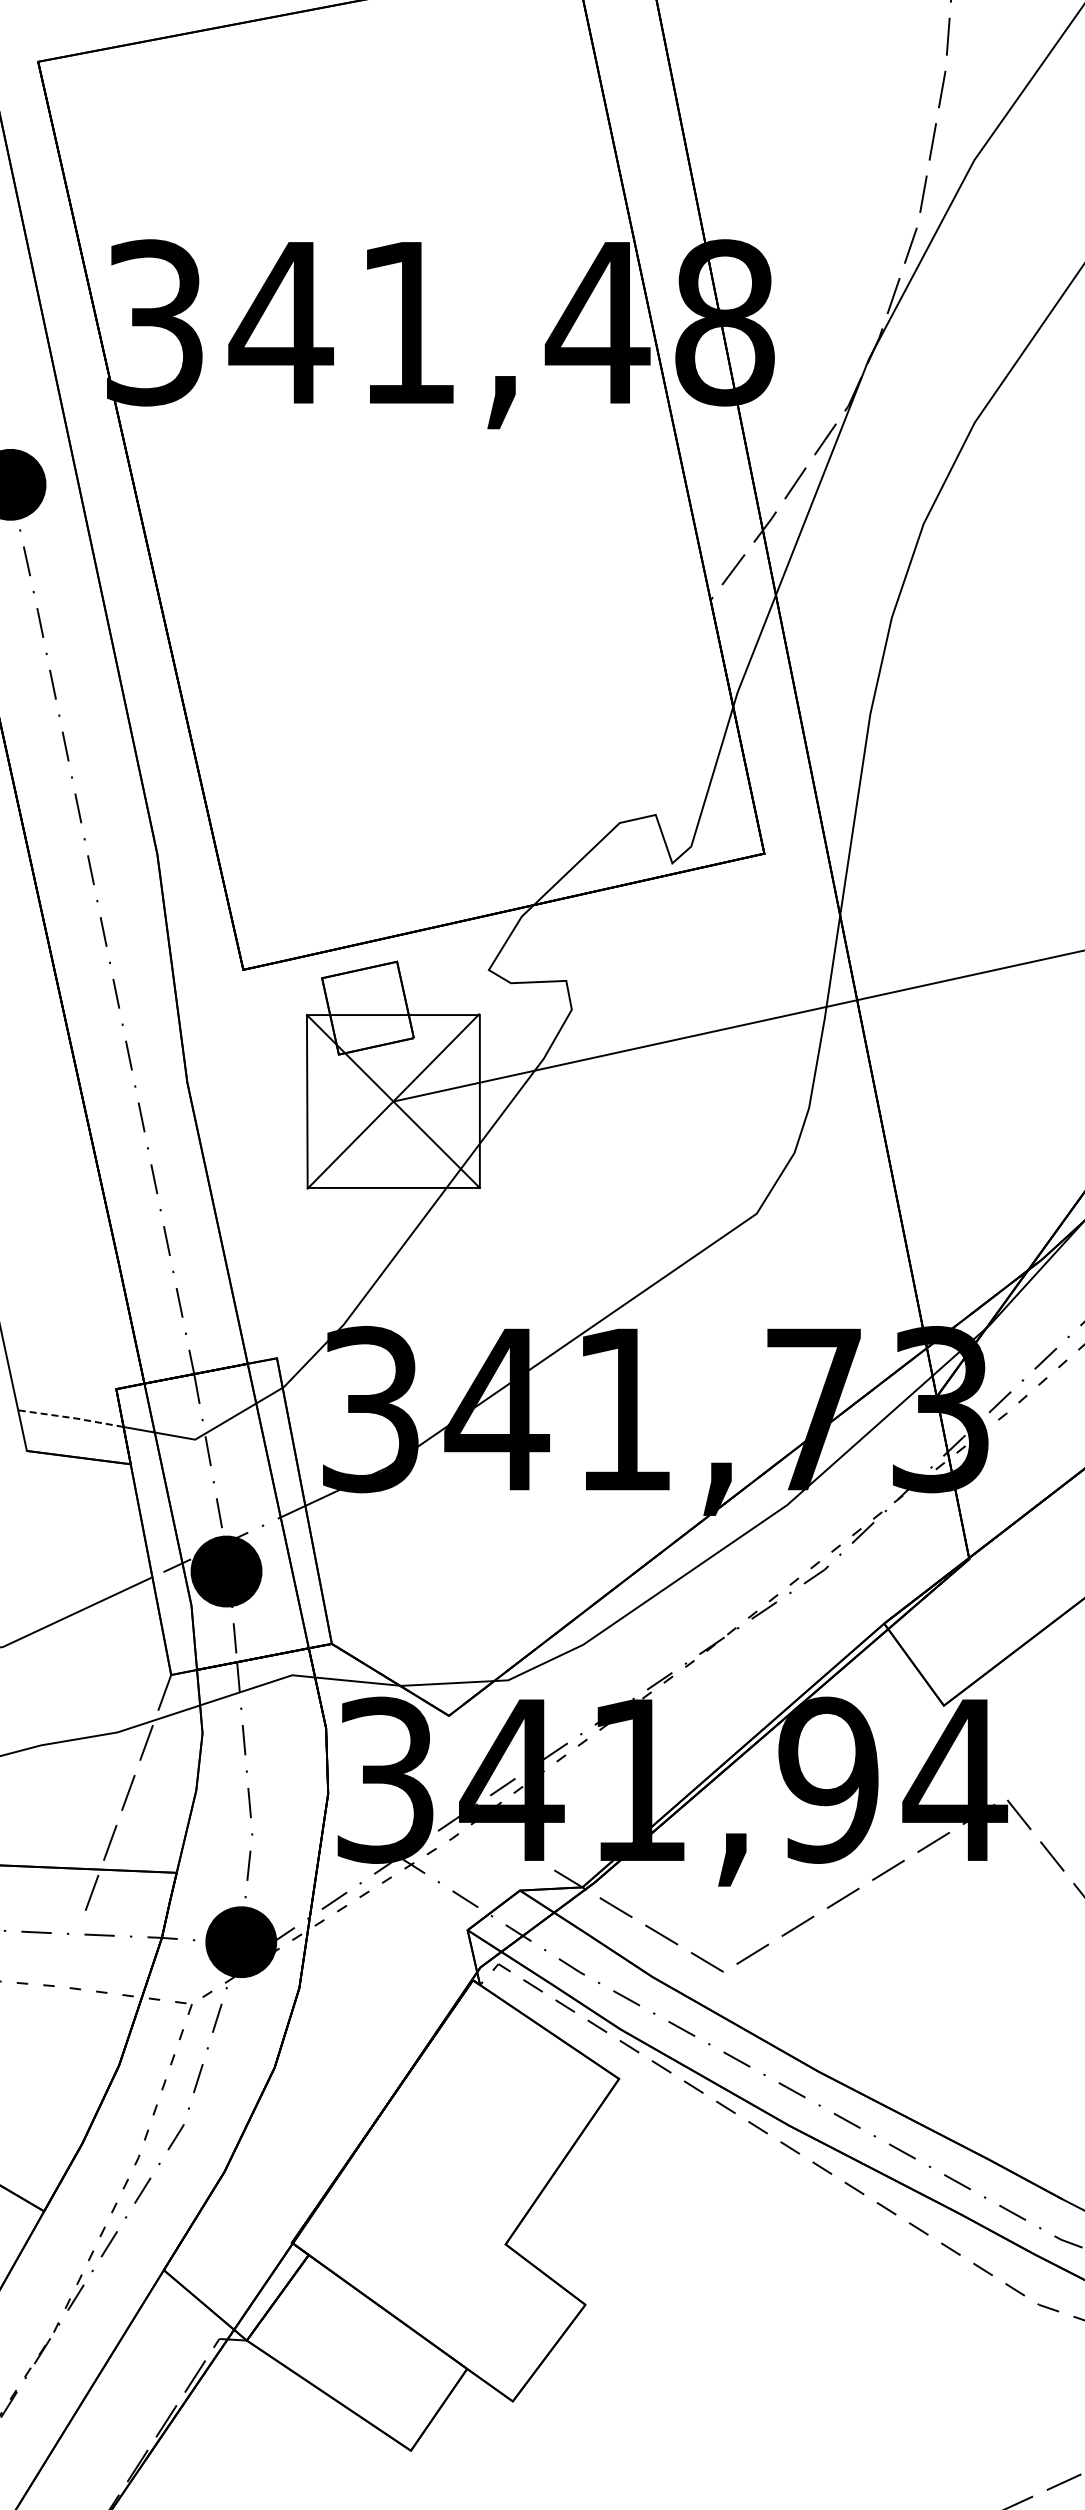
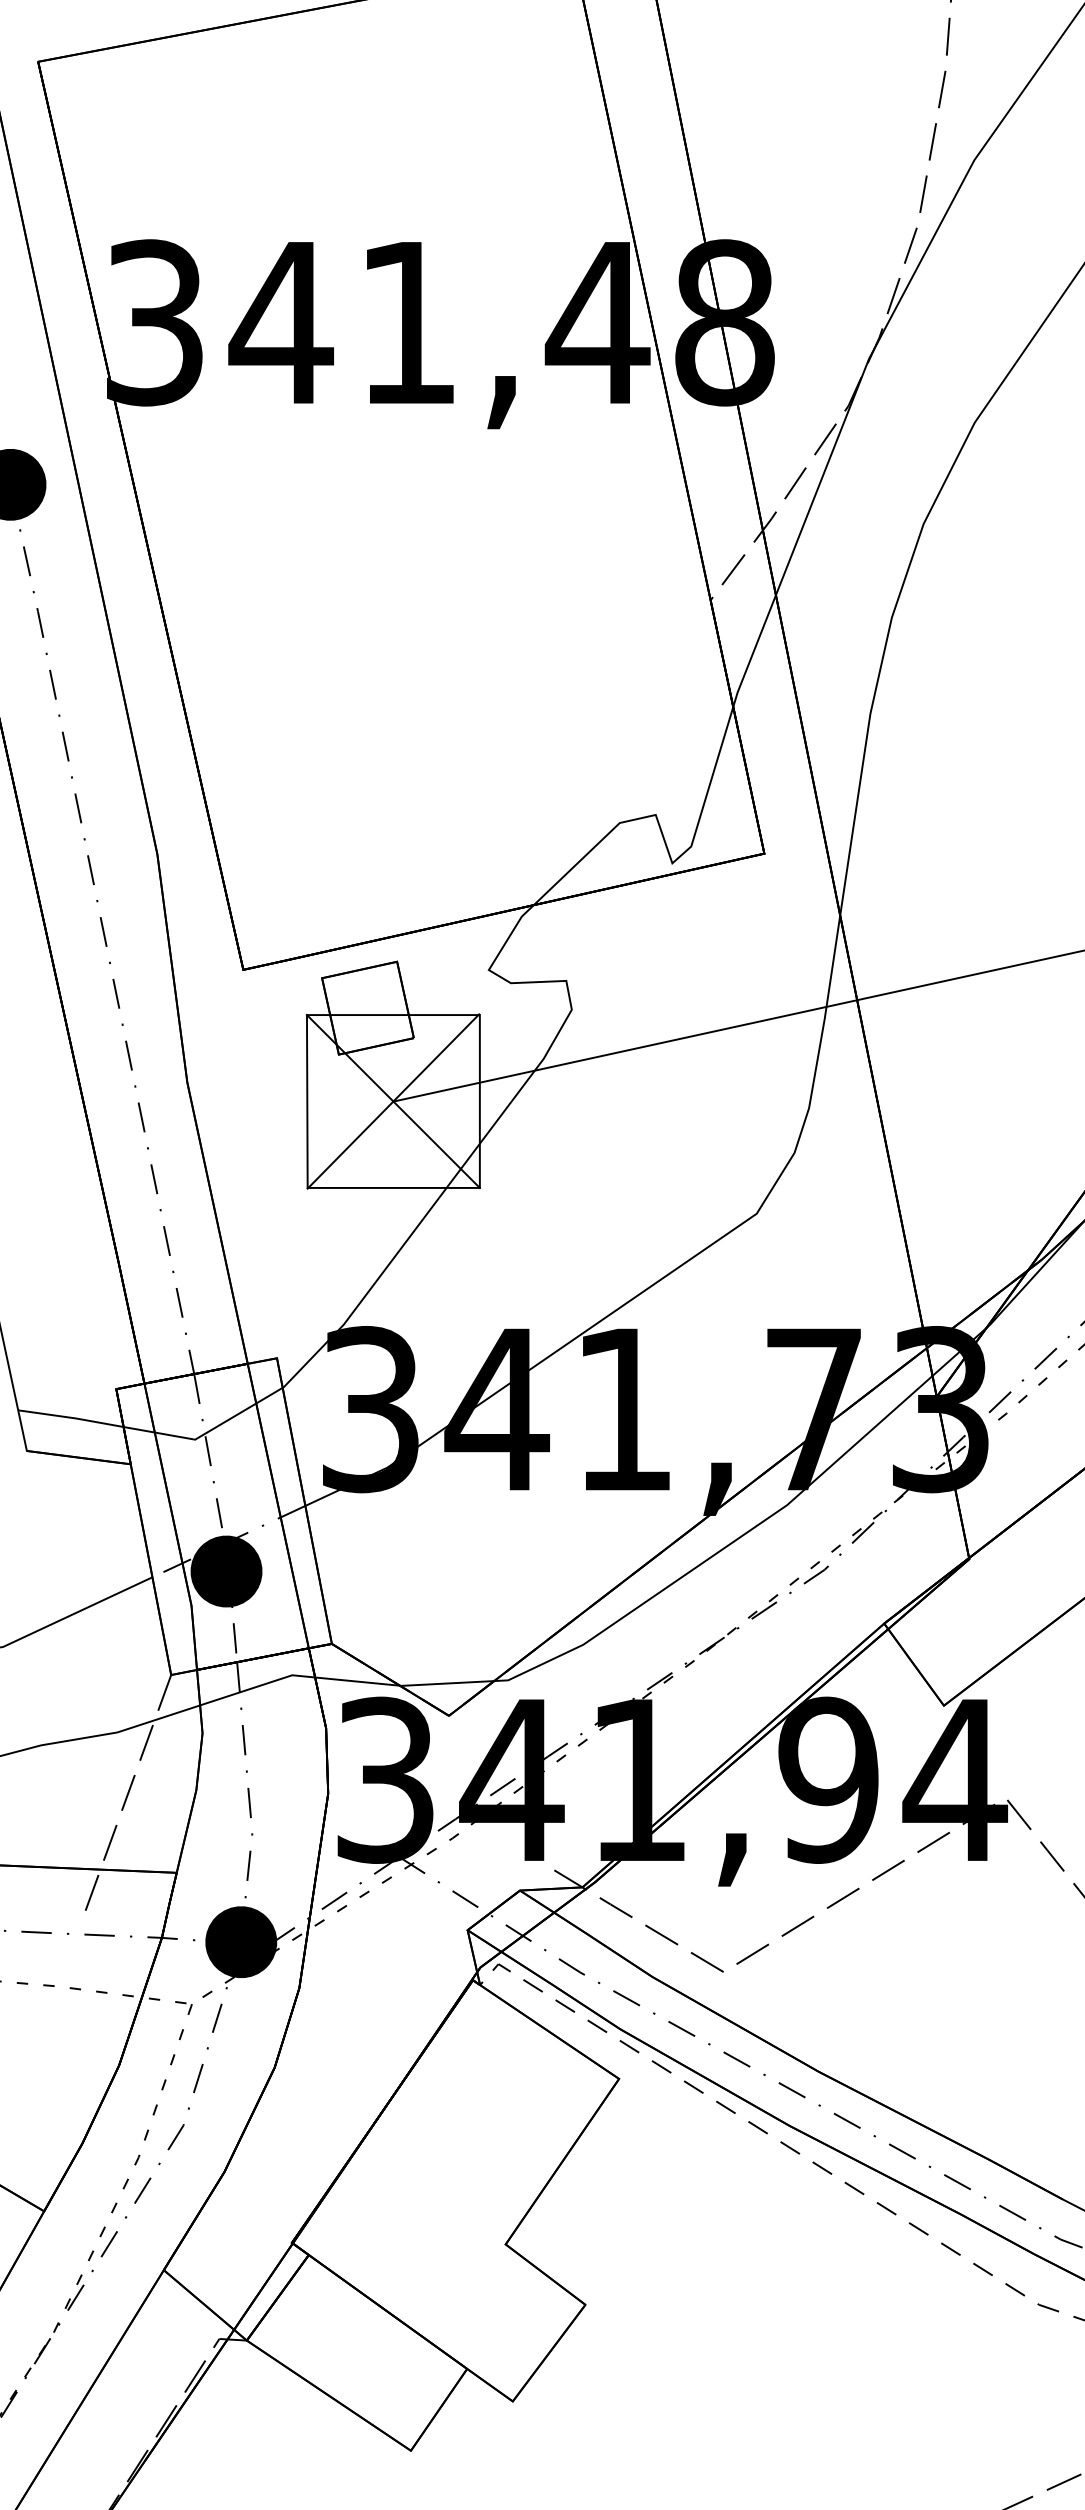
line at (71, 1417): dashed -> solid
